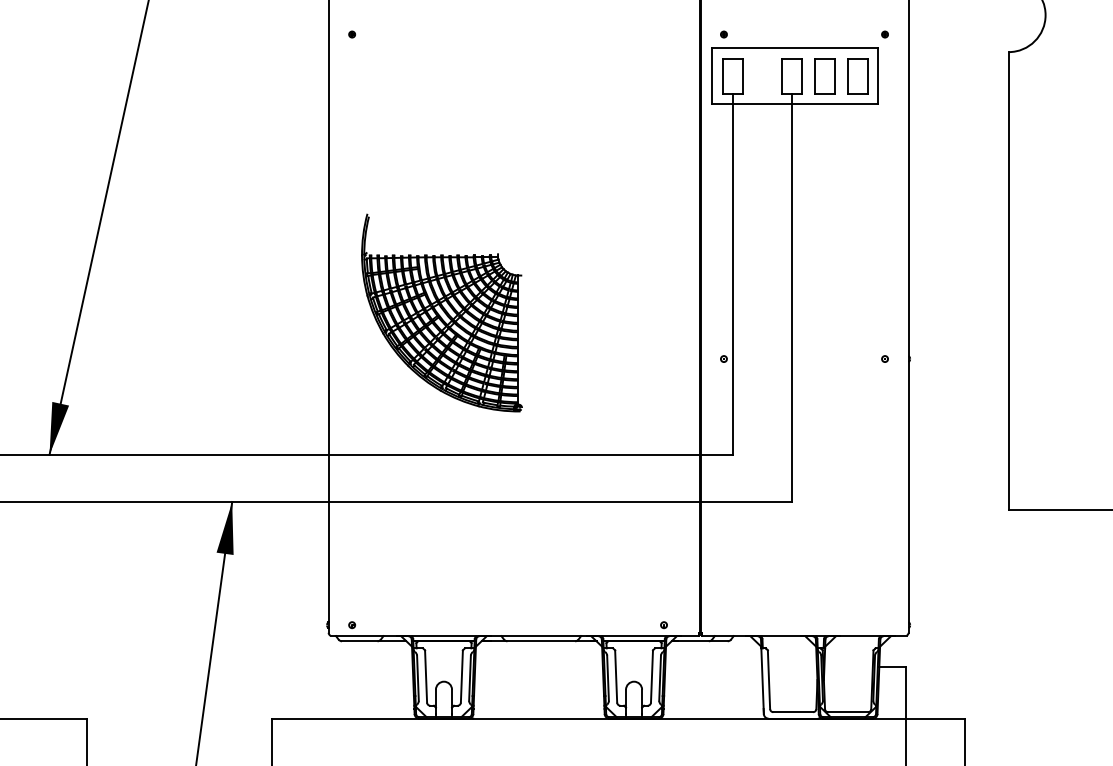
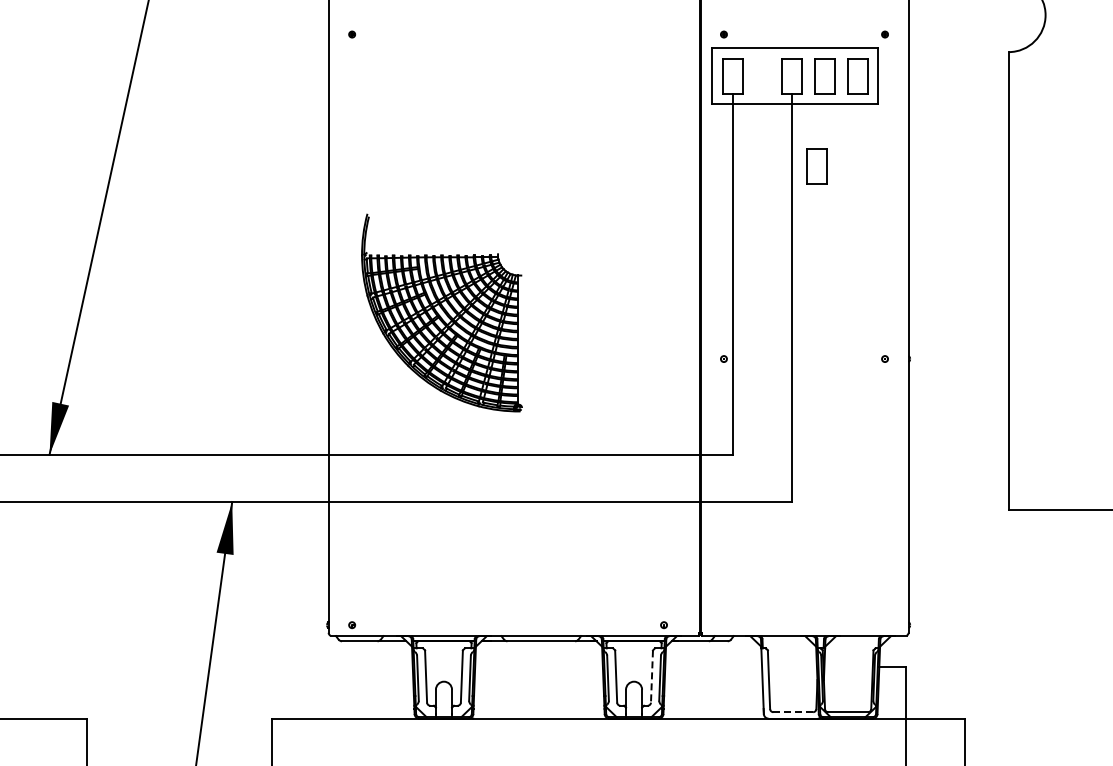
part at (816, 166): none -> present
line at (651, 677): solid -> dashed
line at (793, 712): solid -> dashed
